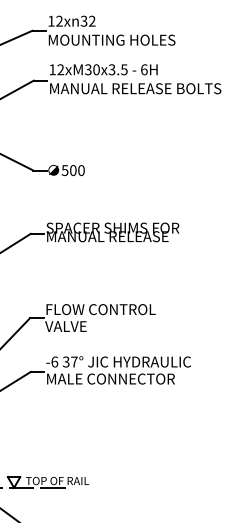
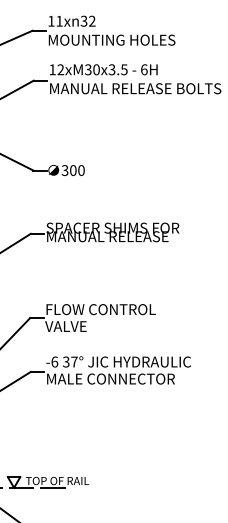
text at (59, 20): 12x -> 11x
text at (65, 170): 500 -> 300
